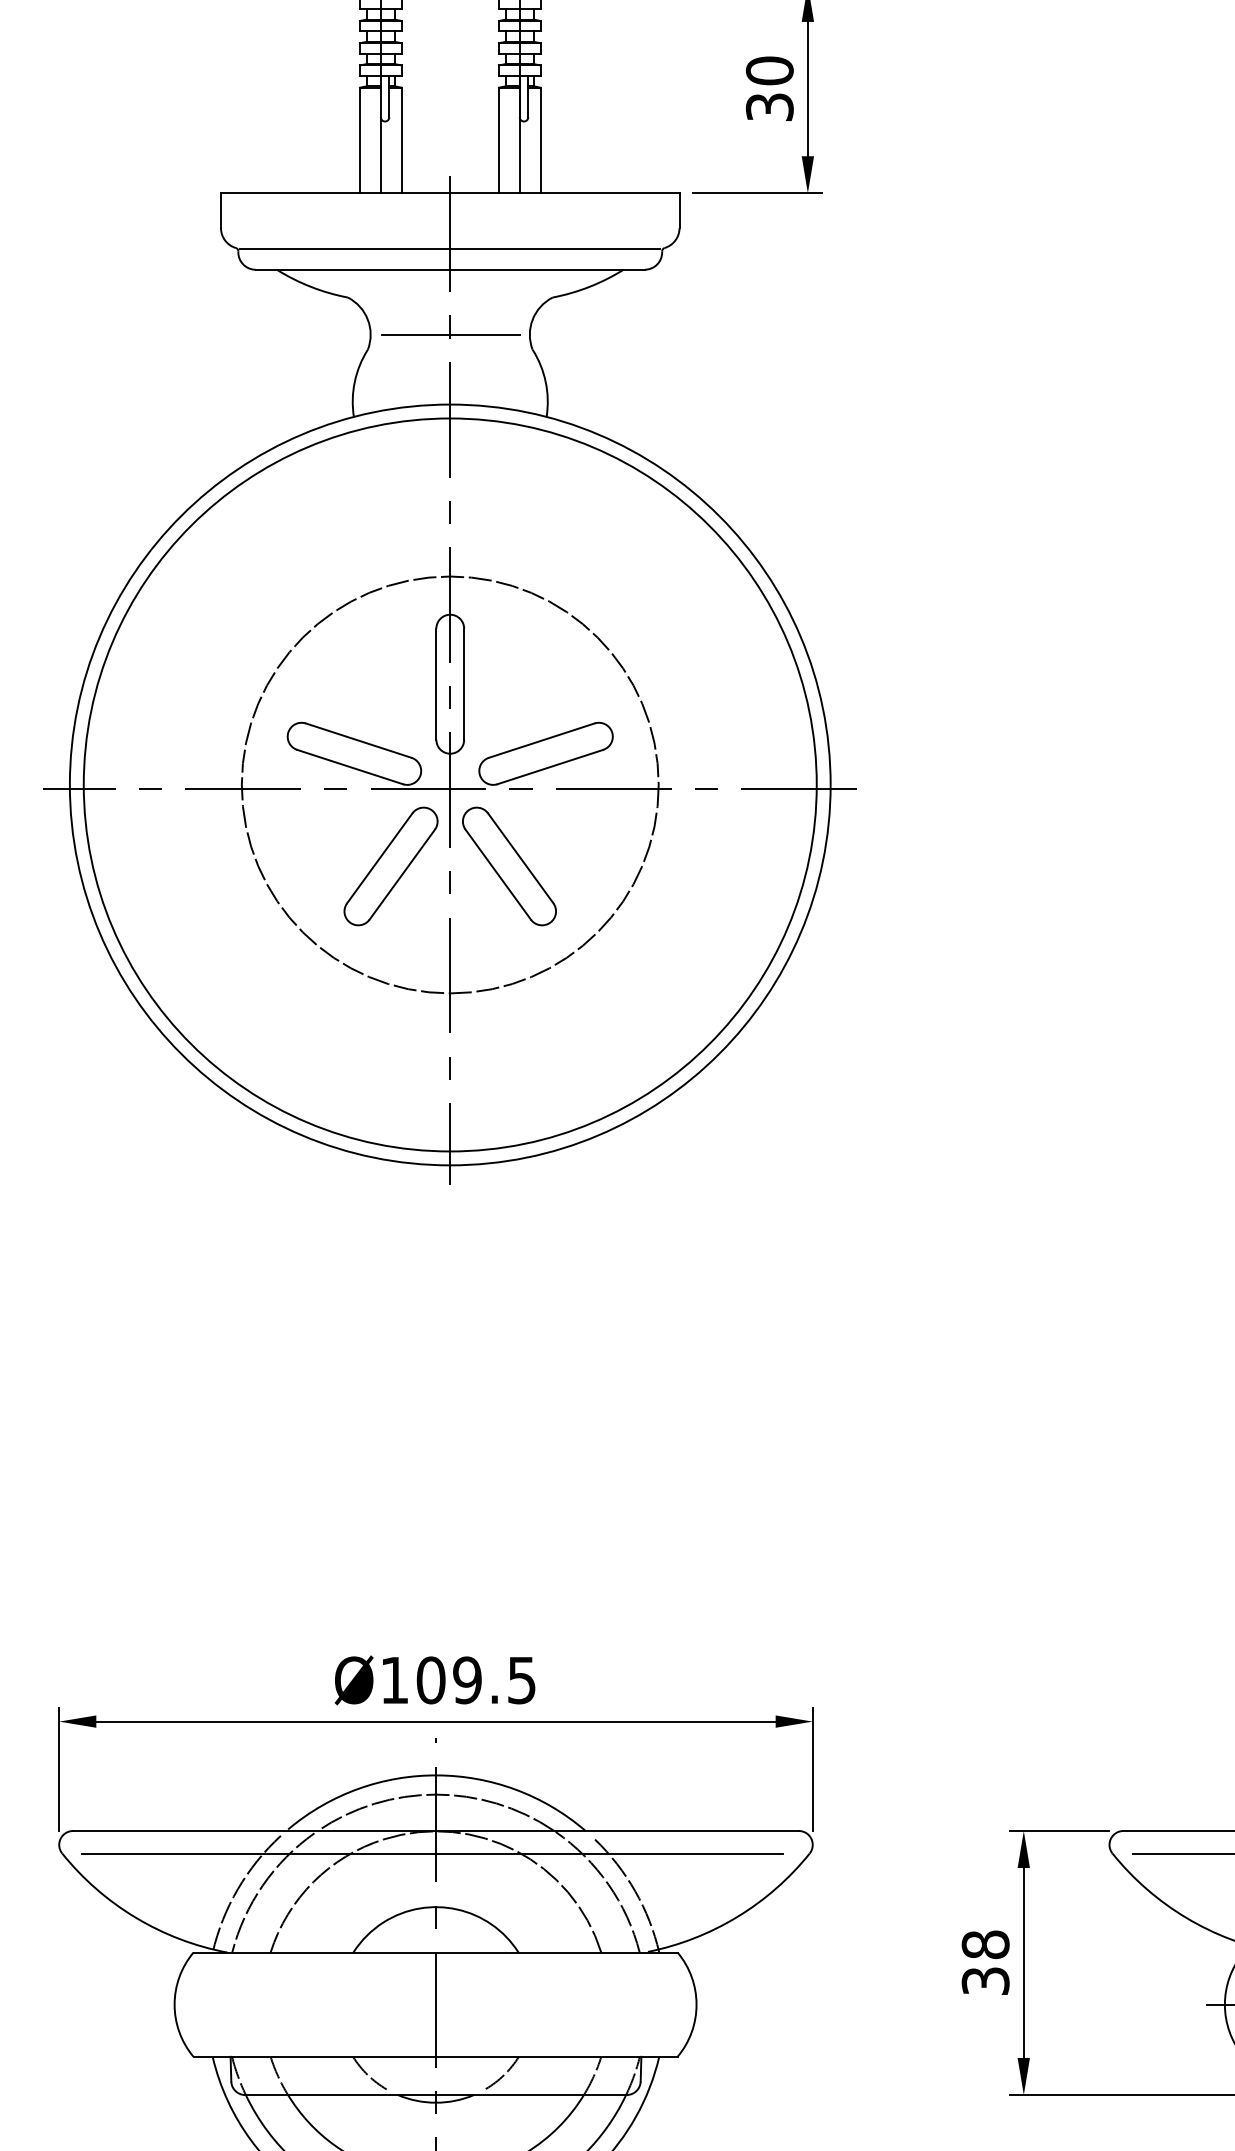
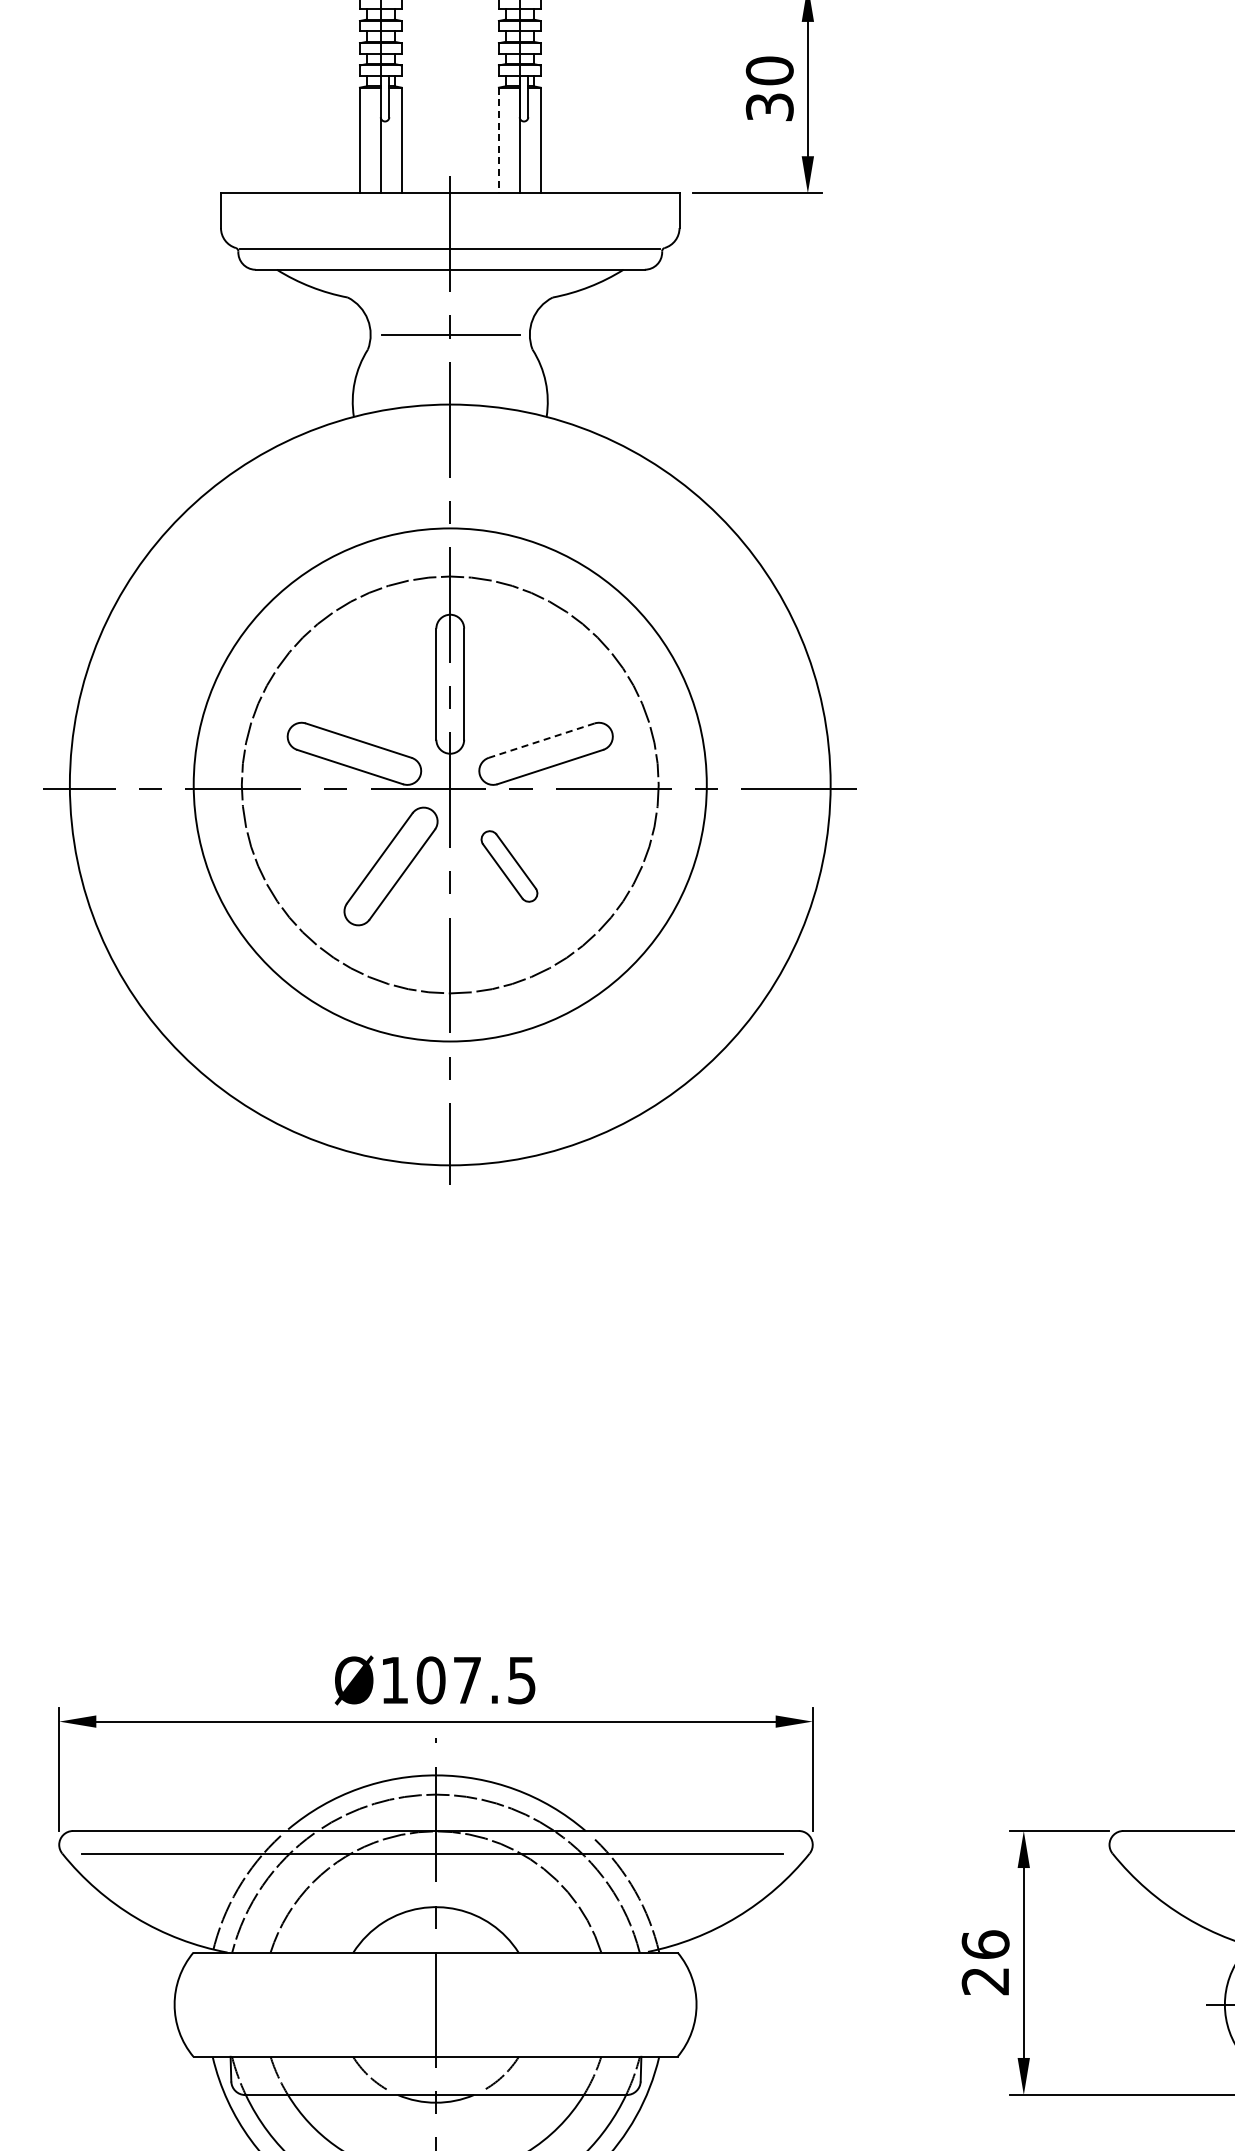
line at (498, 140): solid -> dashed
line at (541, 740): solid -> dashed
circle at (449, 784) diameter: 733 px -> 513 px
part at (509, 866) size: 95x121 px -> 59x73 px
text at (467, 1680): Ø109.5 -> Ø107.5
line at (1181, 1853): present -> none
text at (985, 1962): 38 -> 26
